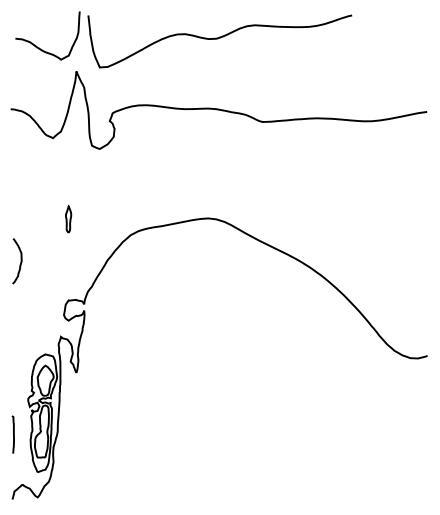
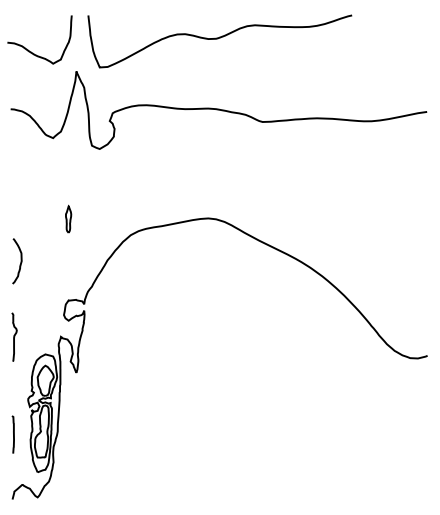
curve at (39, 47) position: (39, 47) -> (31, 51)
curve at (14, 336): none -> present
